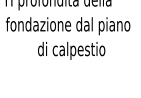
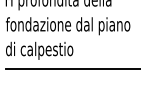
text at (71, 50) position: (71, 50) -> (39, 50)
line at (71, 68): none -> present
